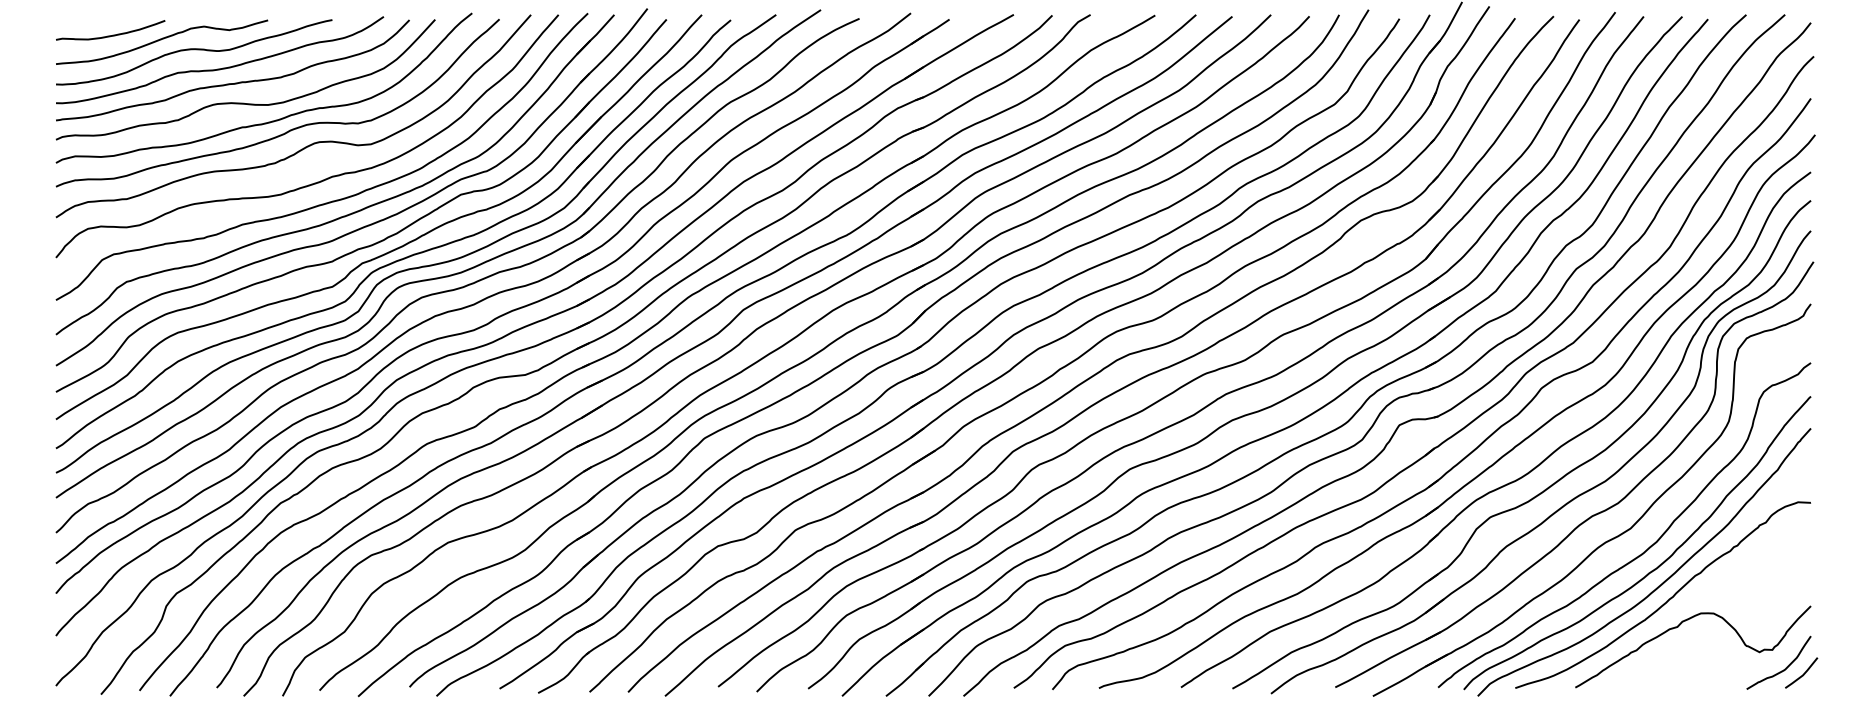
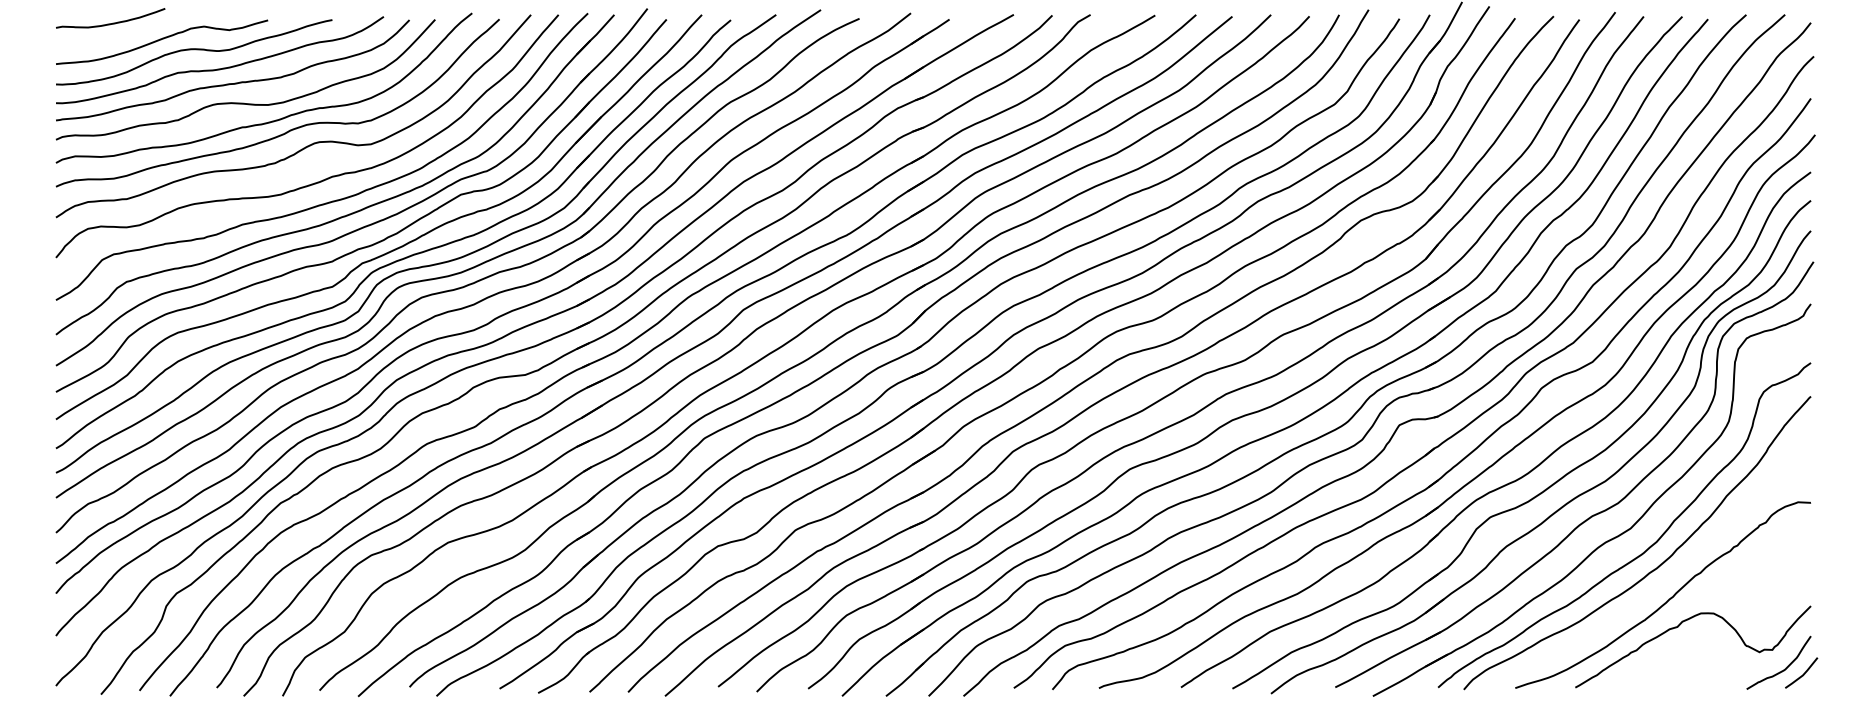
curve at (112, 34) position: (112, 34) -> (112, 22)
curve at (1663, 581): present -> none
